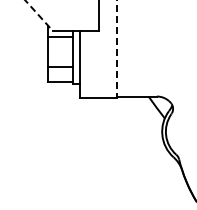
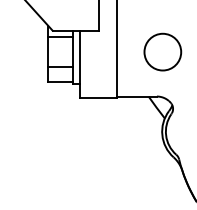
line at (39, 15): dashed -> solid
line at (116, 49): dashed -> solid
circle at (162, 51): none -> present
